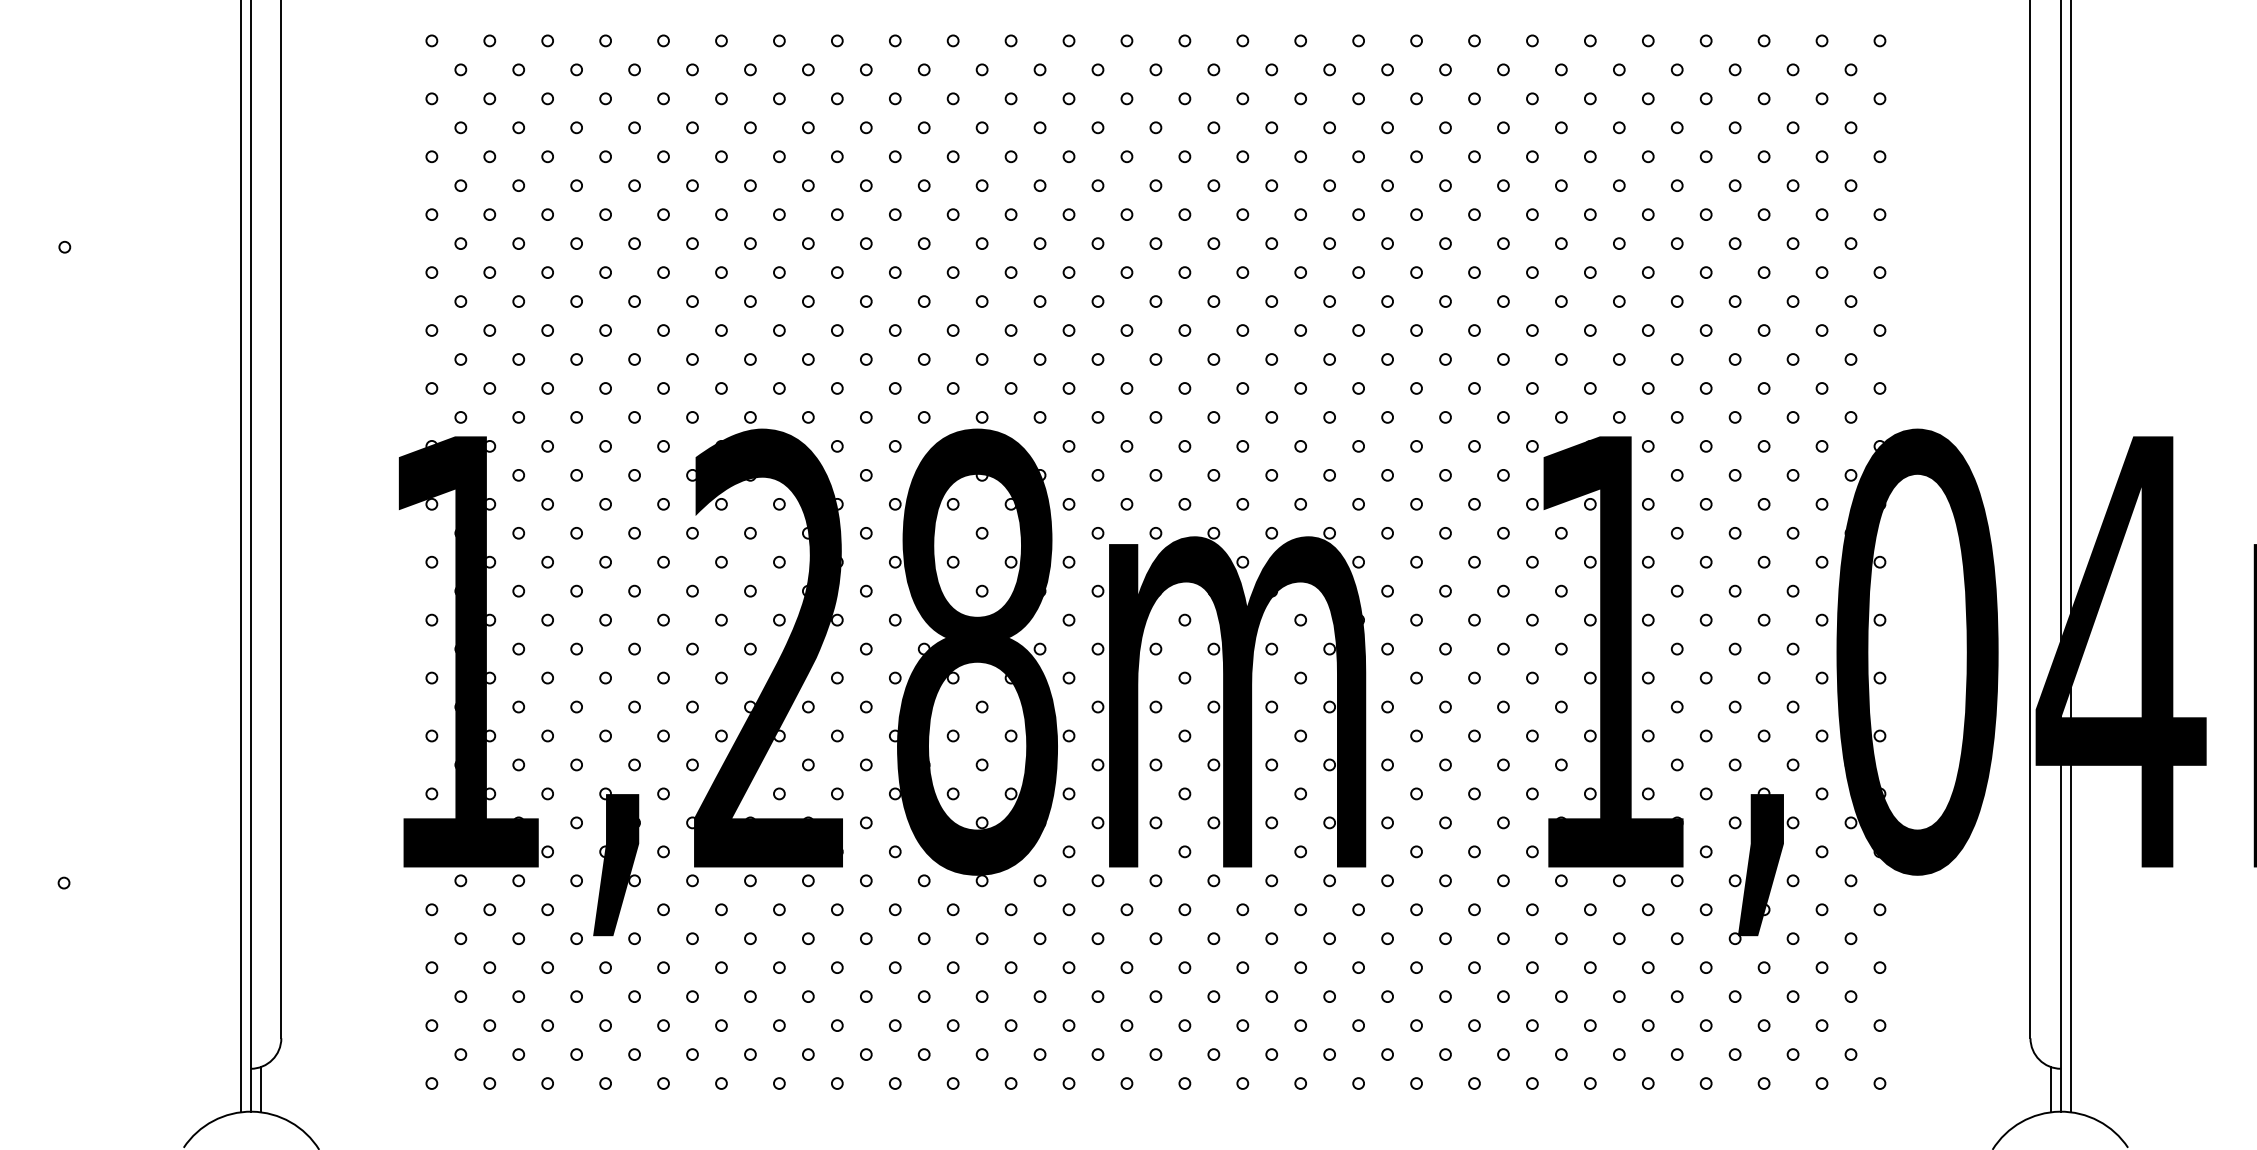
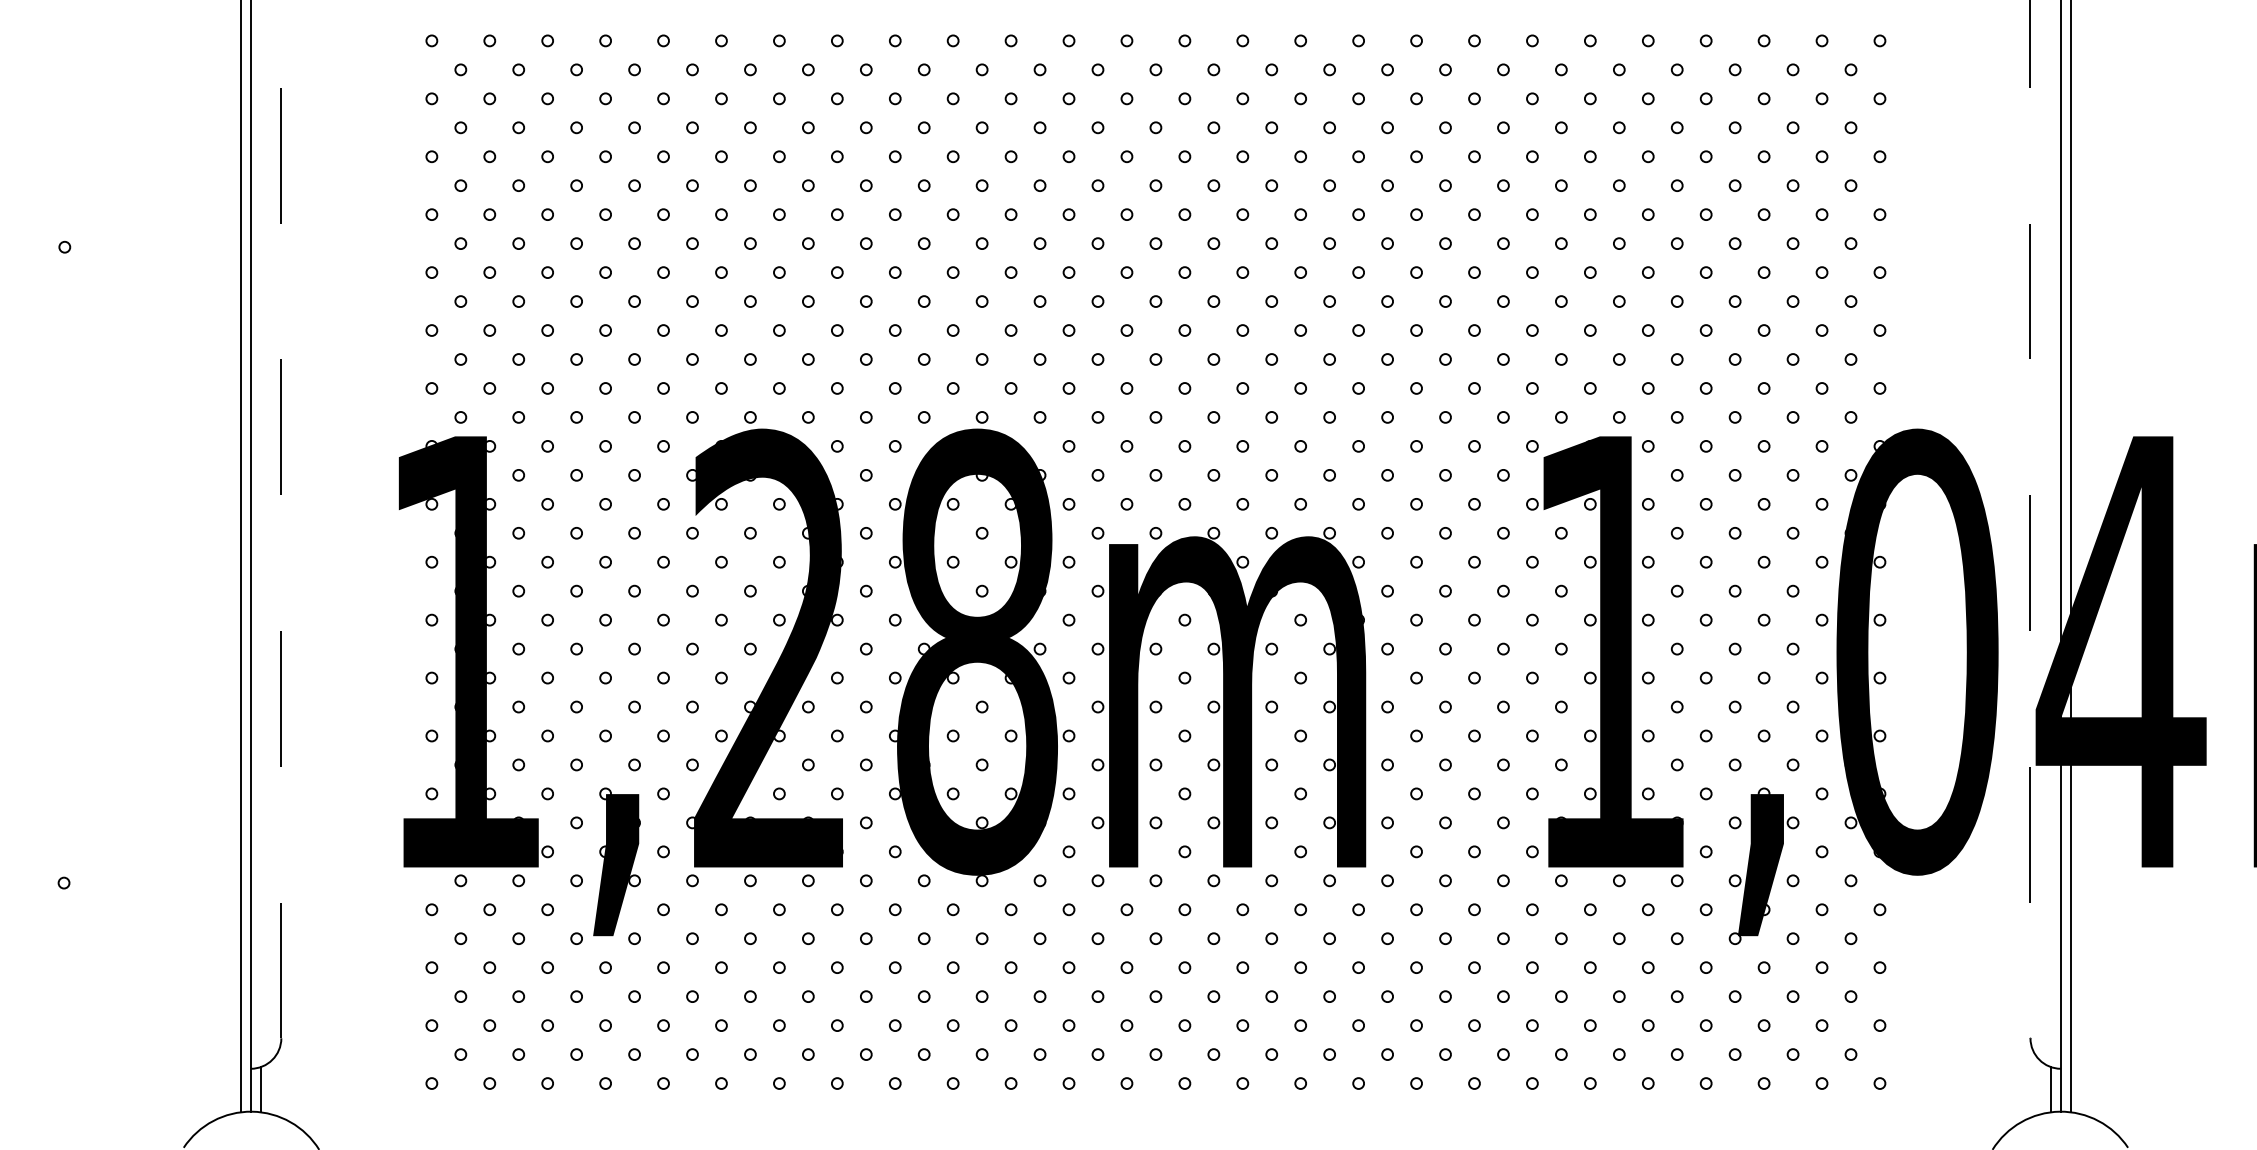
line at (281, 519): solid -> dashed
line at (2030, 519): solid -> dashed
